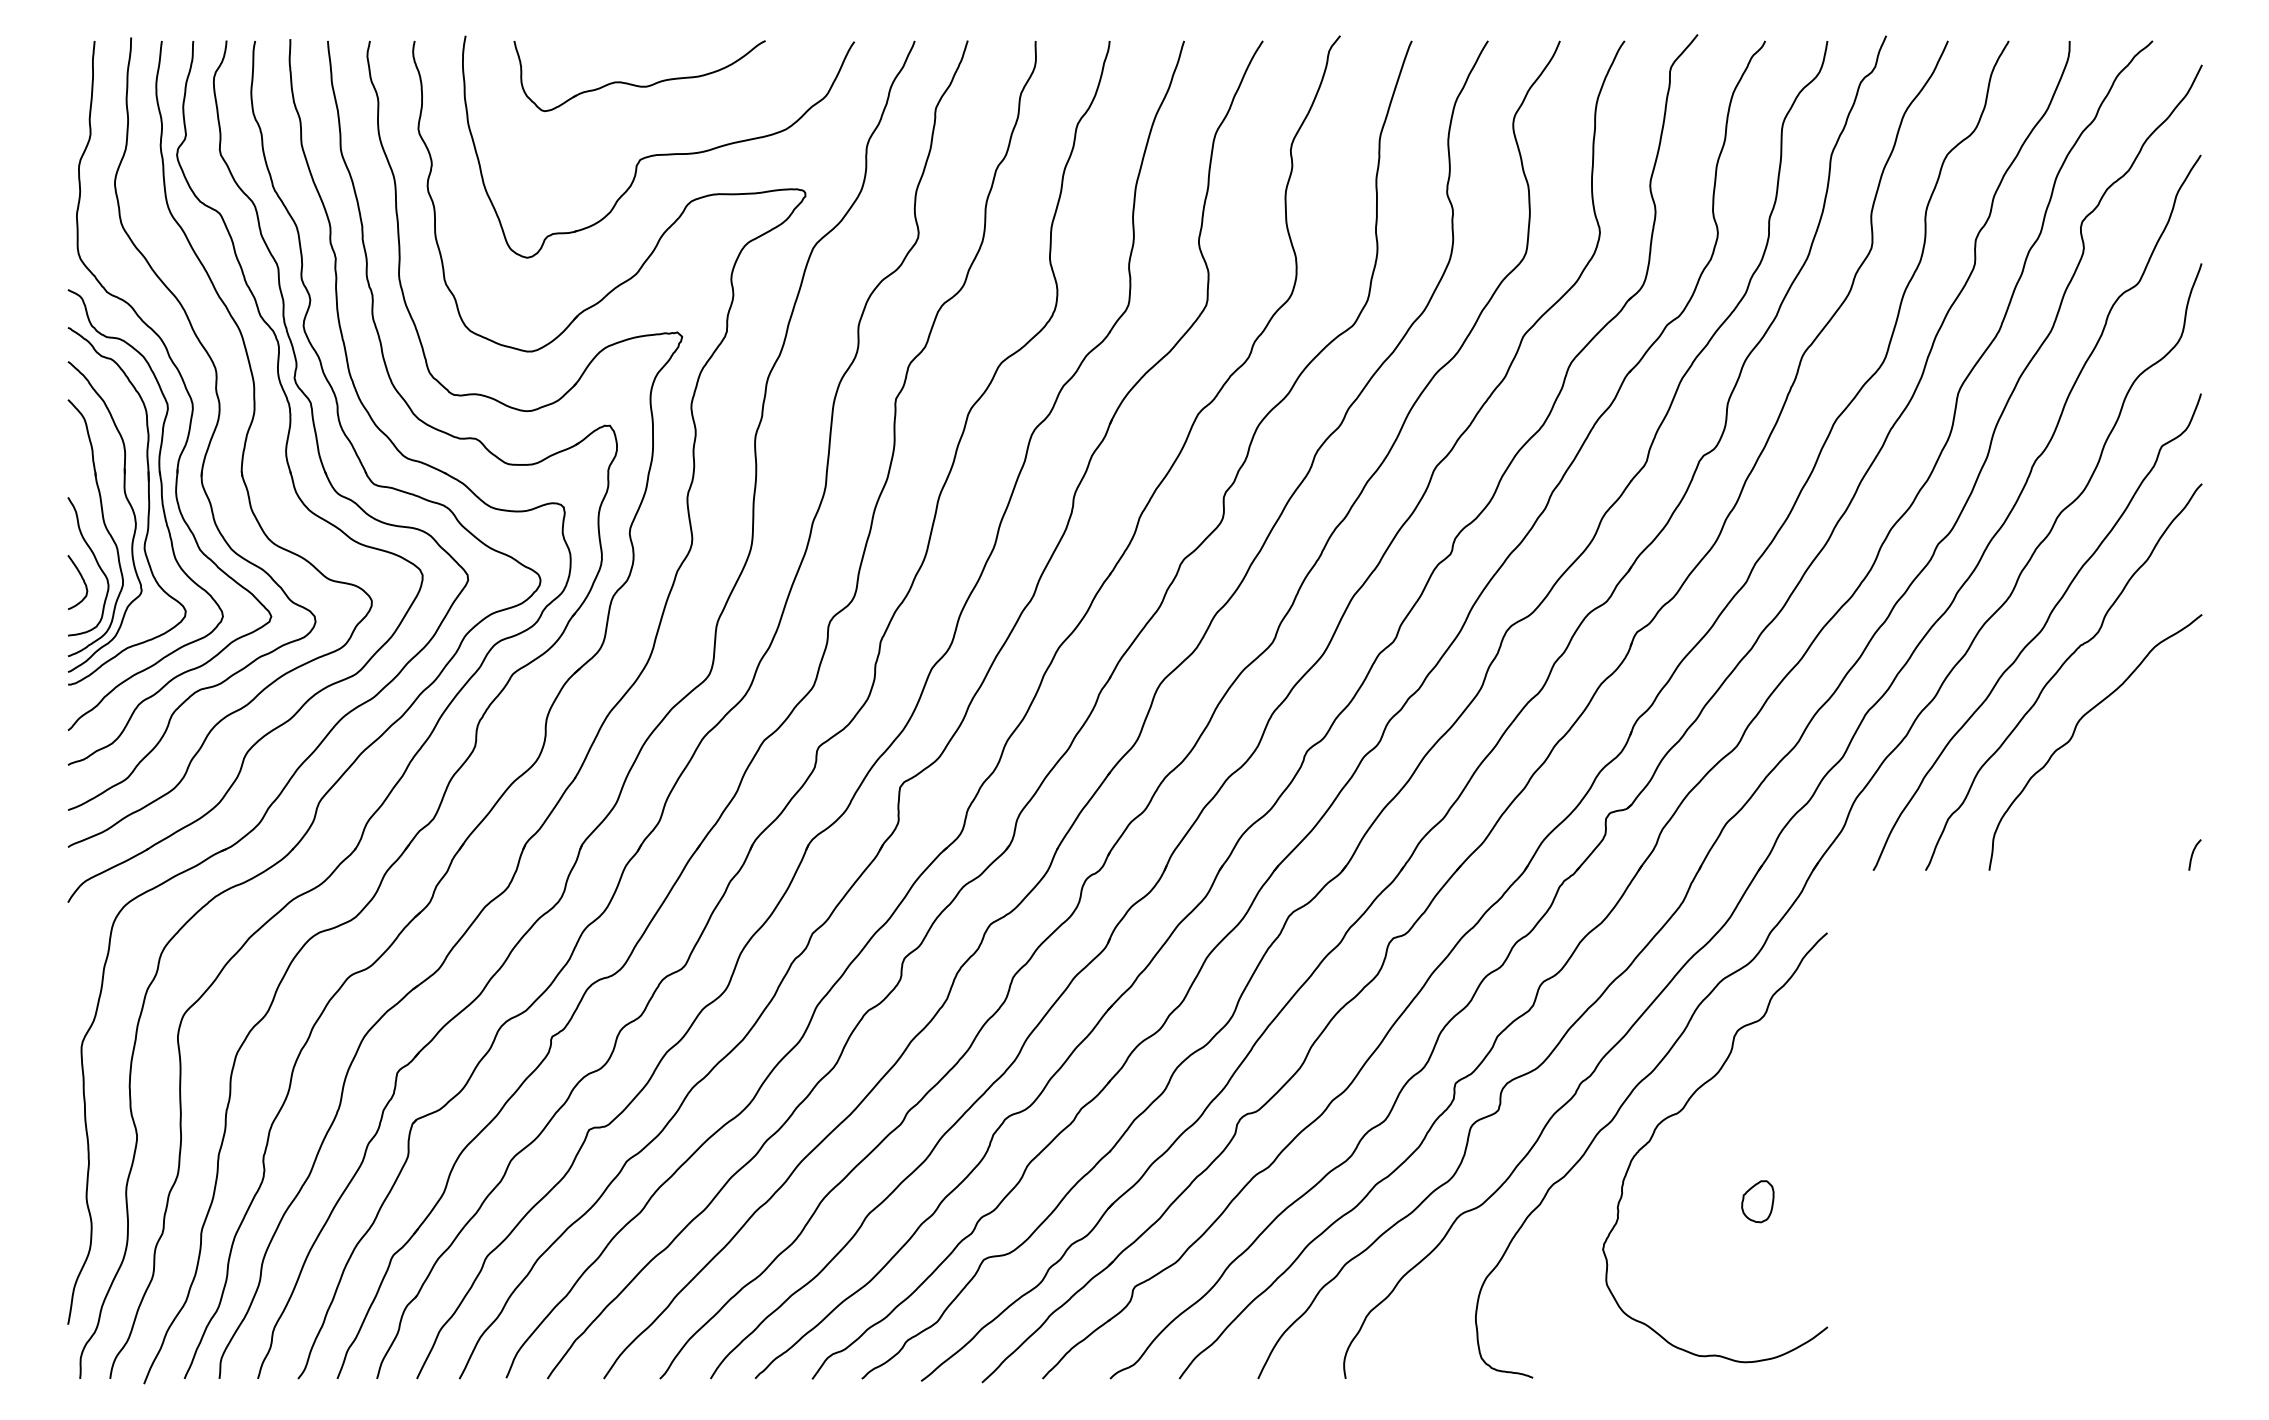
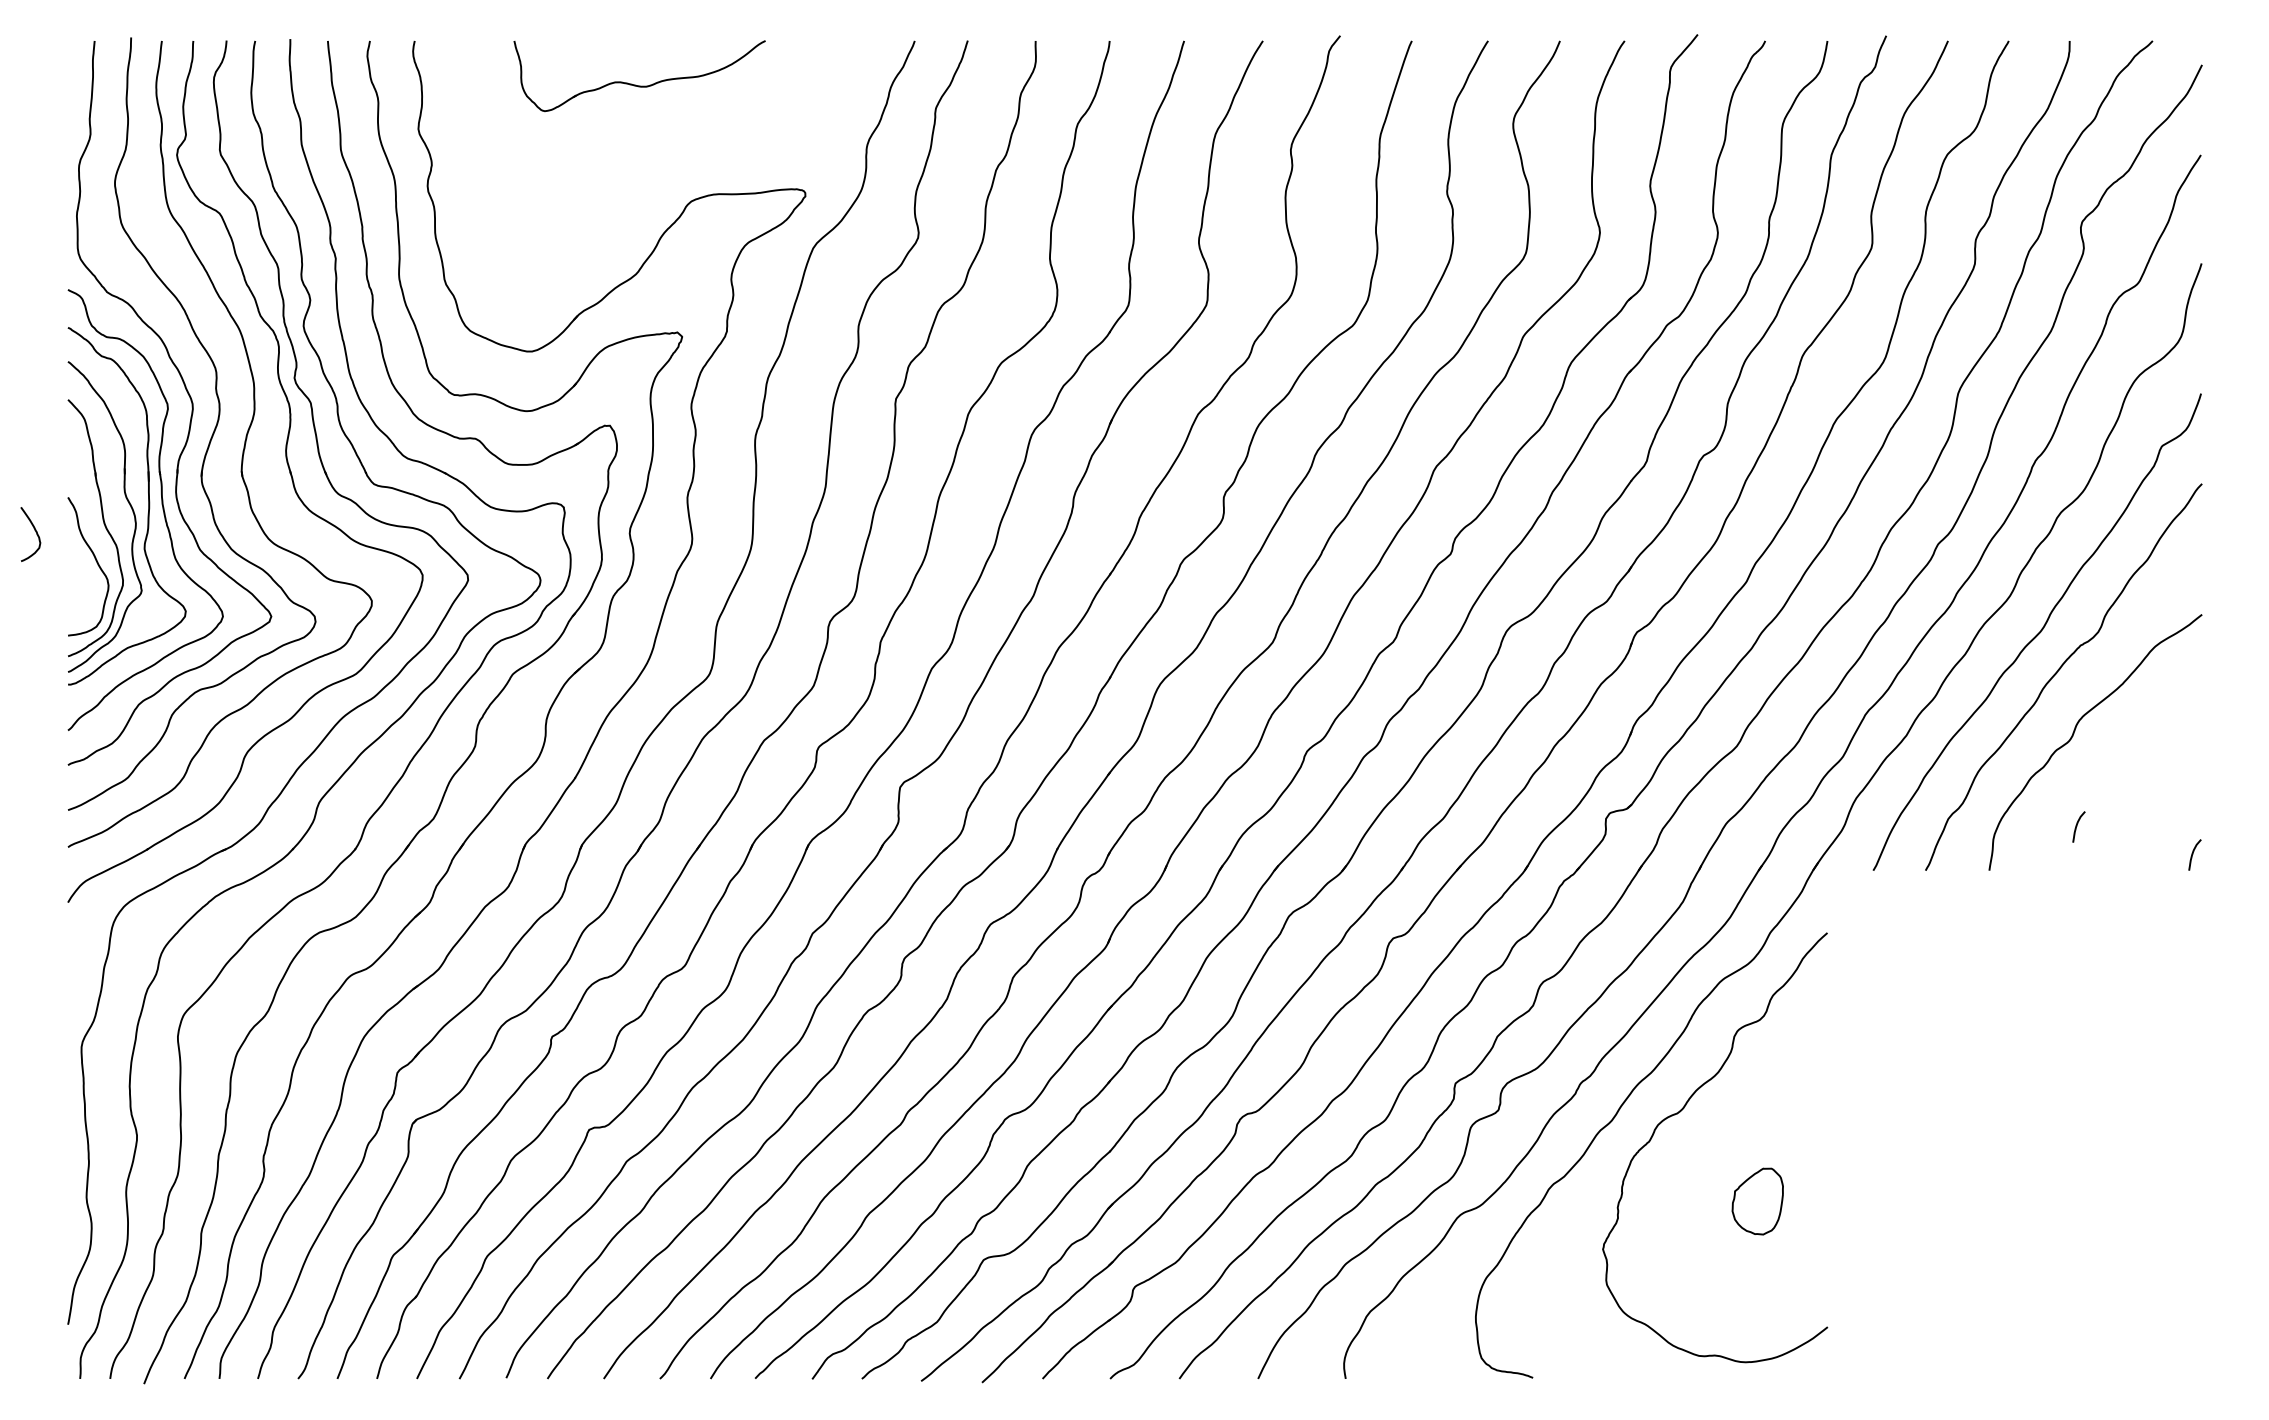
part at (658, 154): present -> none
curve at (82, 580) position: (82, 580) -> (35, 532)
curve at (2077, 826): none -> present
part at (1757, 1201) size: 34x44 px -> 53x69 px
